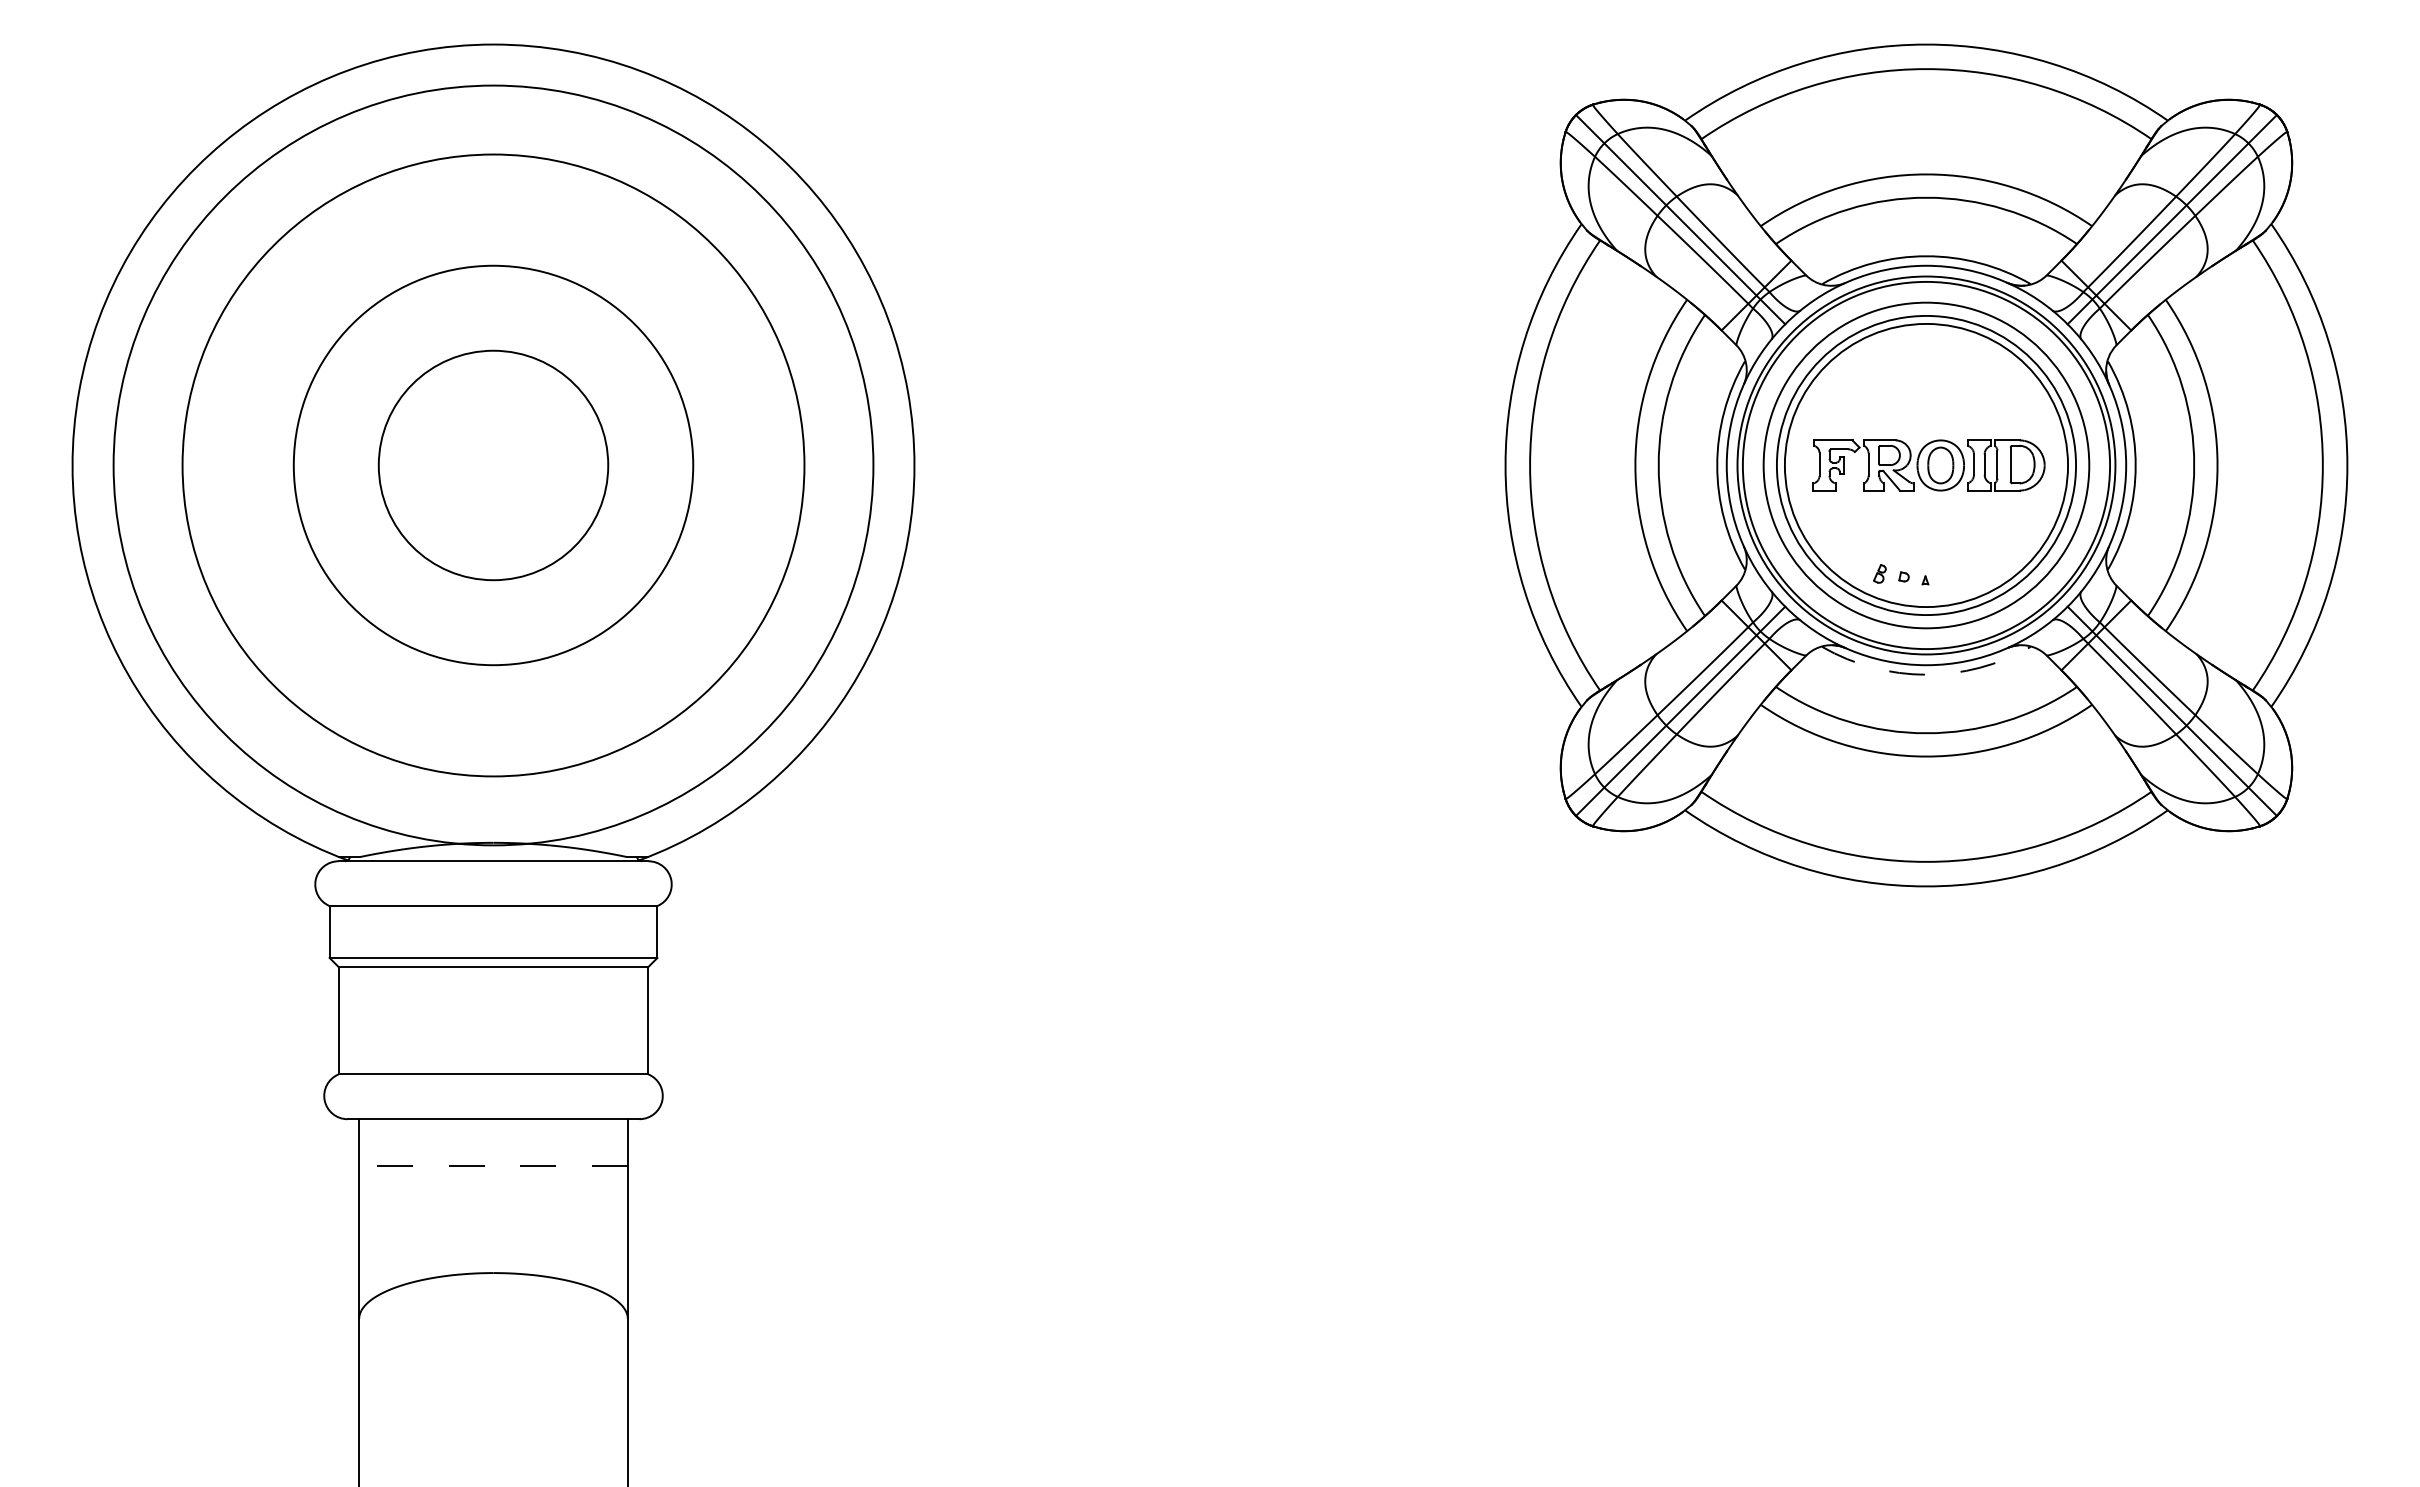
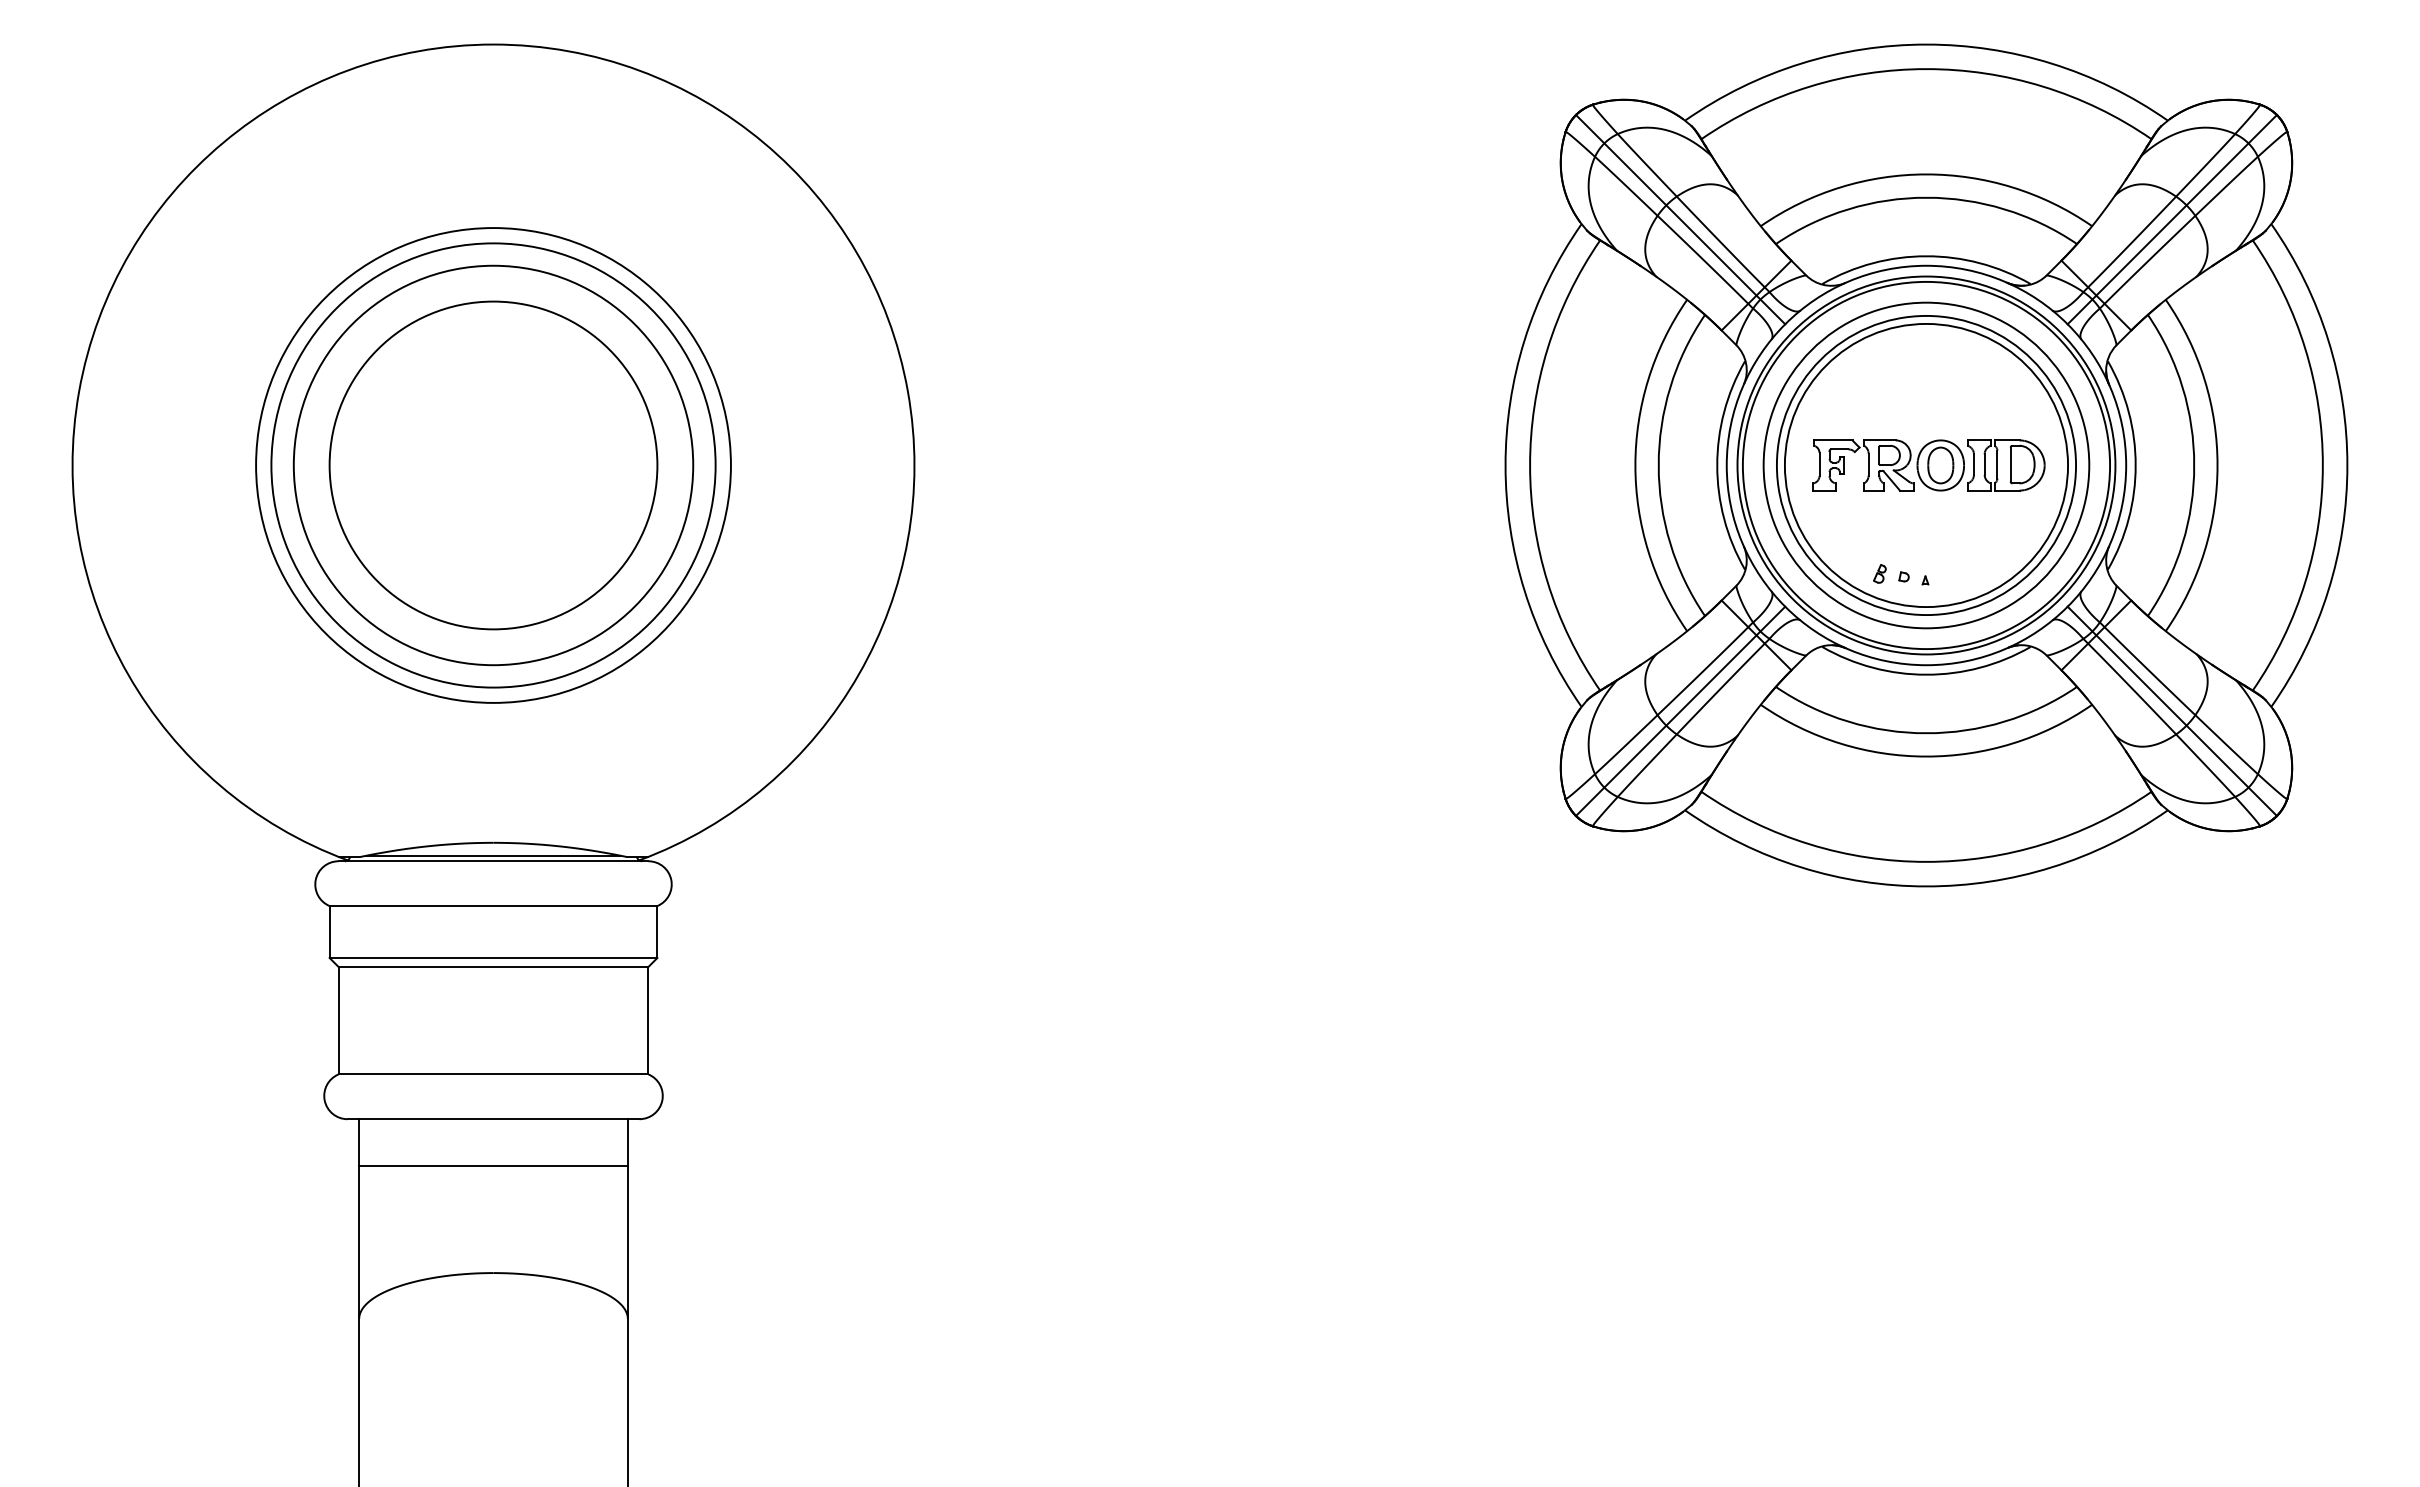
circle at (493, 465) diameter: 229 px -> 328 px
circle at (493, 465) diameter: 622 px -> 444 px
circle at (493, 465) diameter: 760 px -> 475 px
arc at (1926, 674): dashed -> solid
line at (493, 855): none -> present
line at (493, 1165): dashed -> solid
